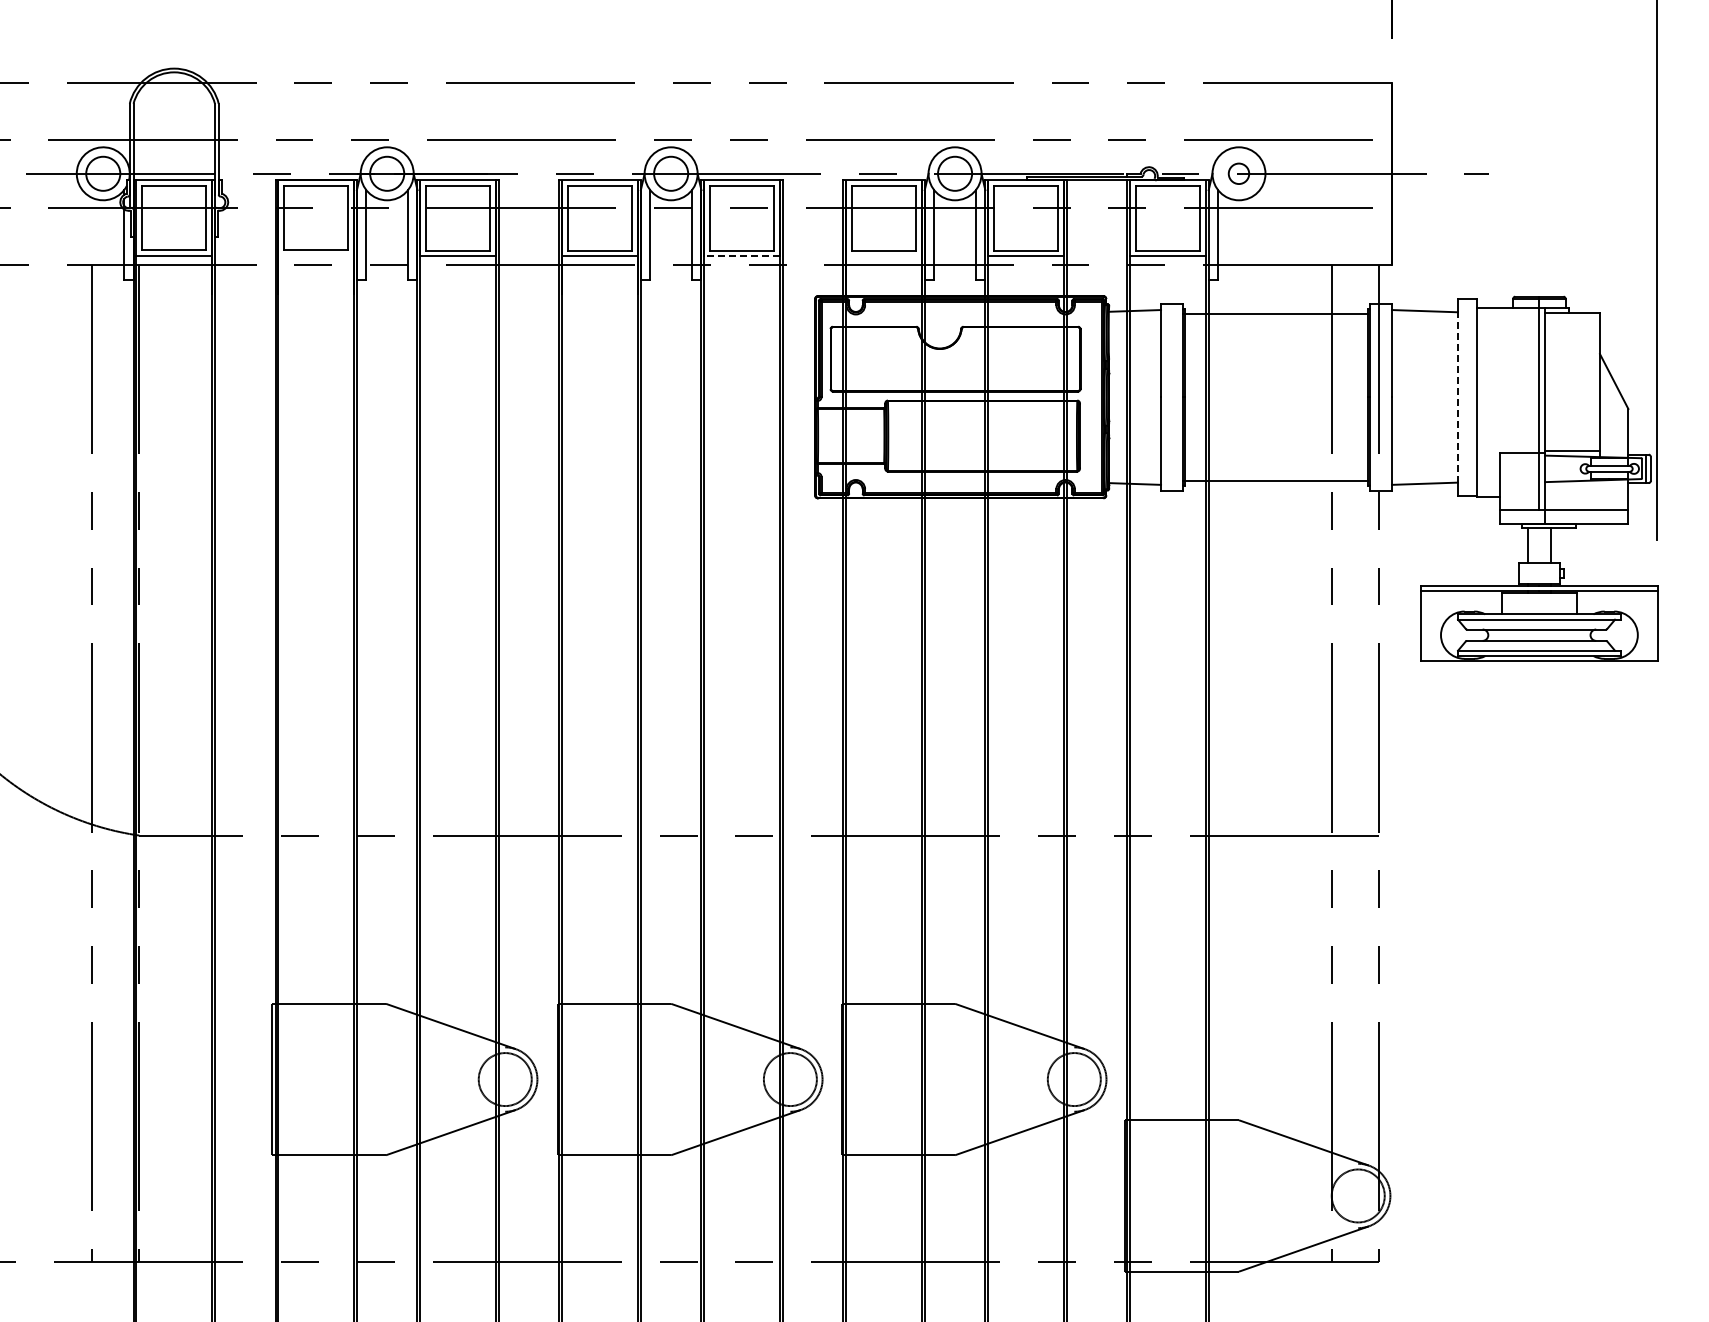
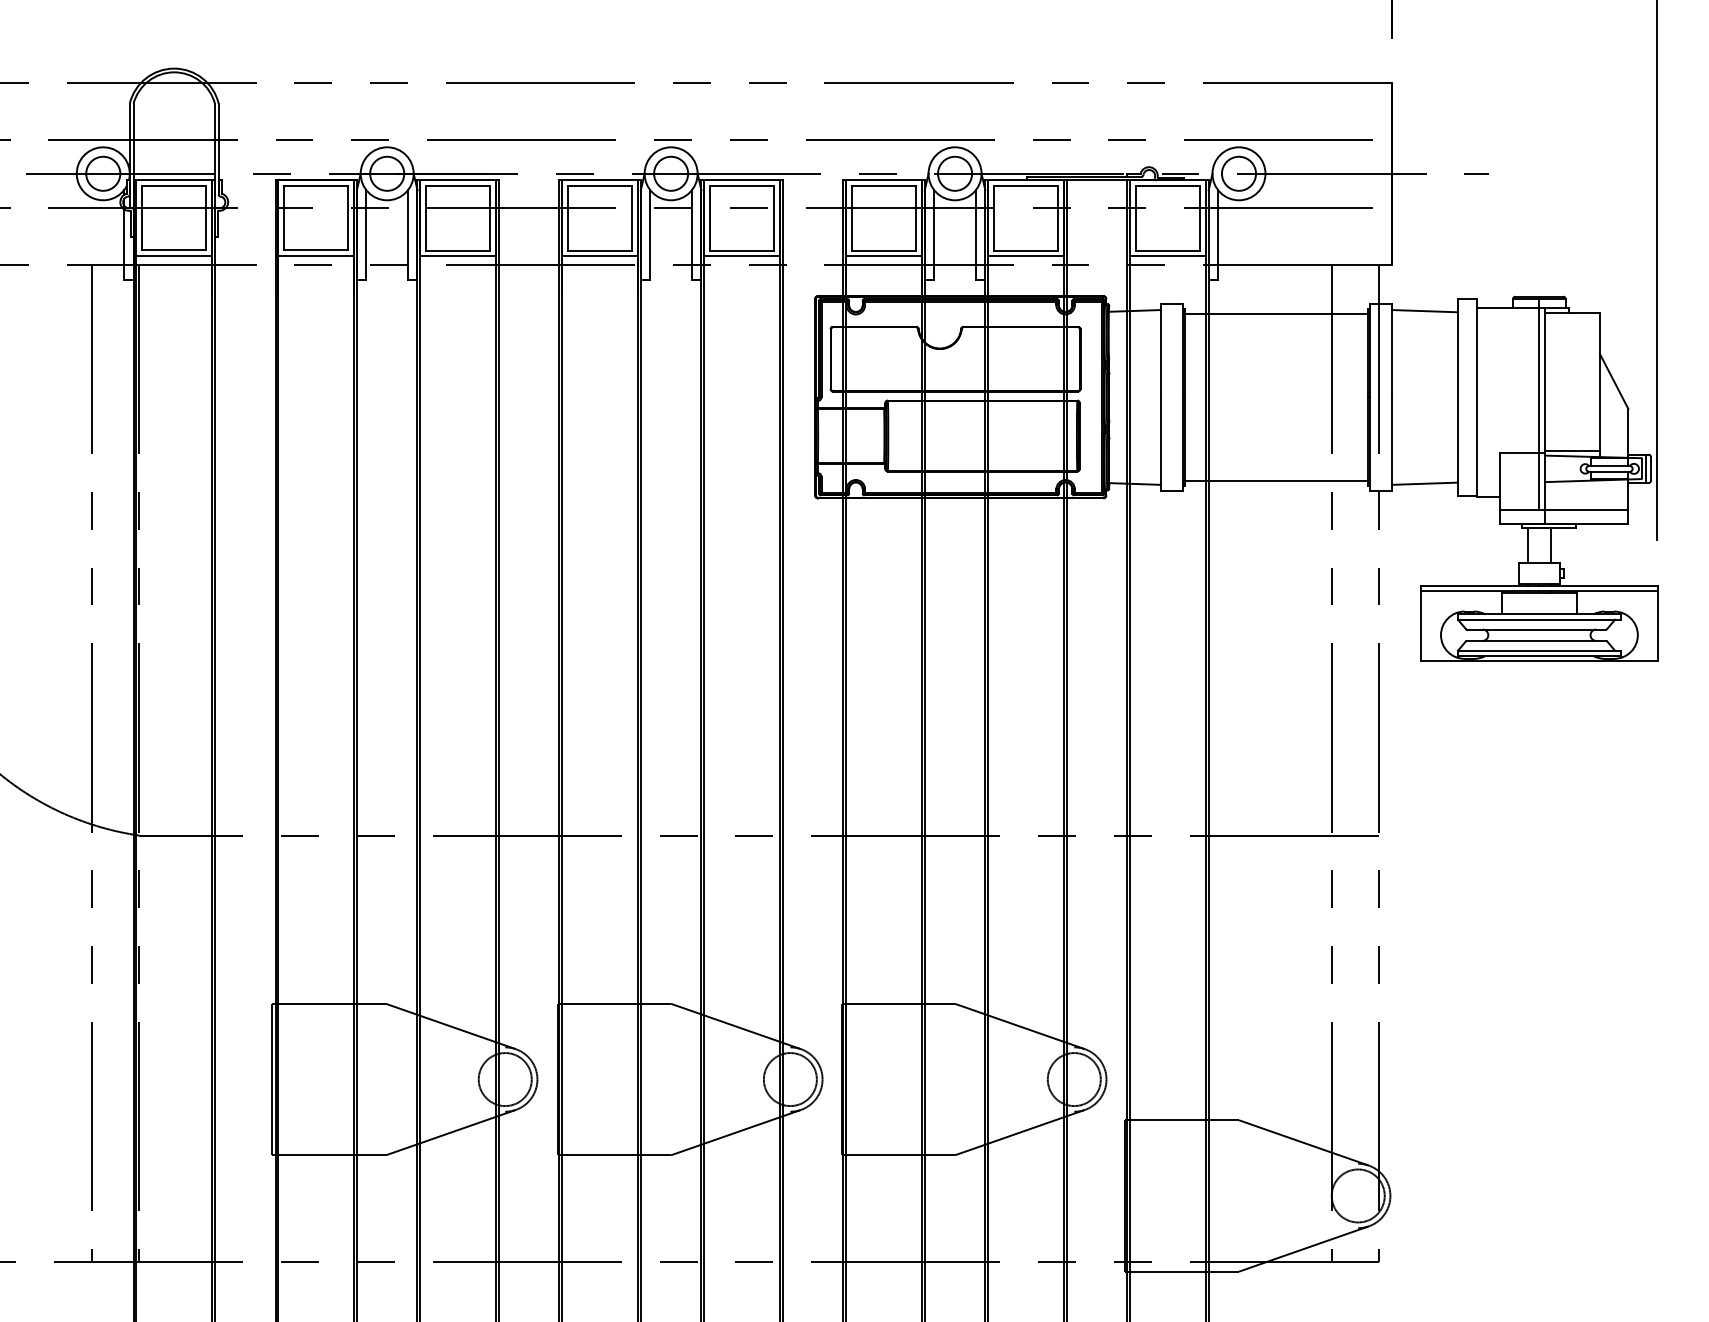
circle at (1238, 173) diameter: 20 px -> 34 px
line at (316, 256): none -> present
line at (742, 256): dashed -> solid
line at (883, 256): none -> present
line at (1458, 396): dashed -> solid
